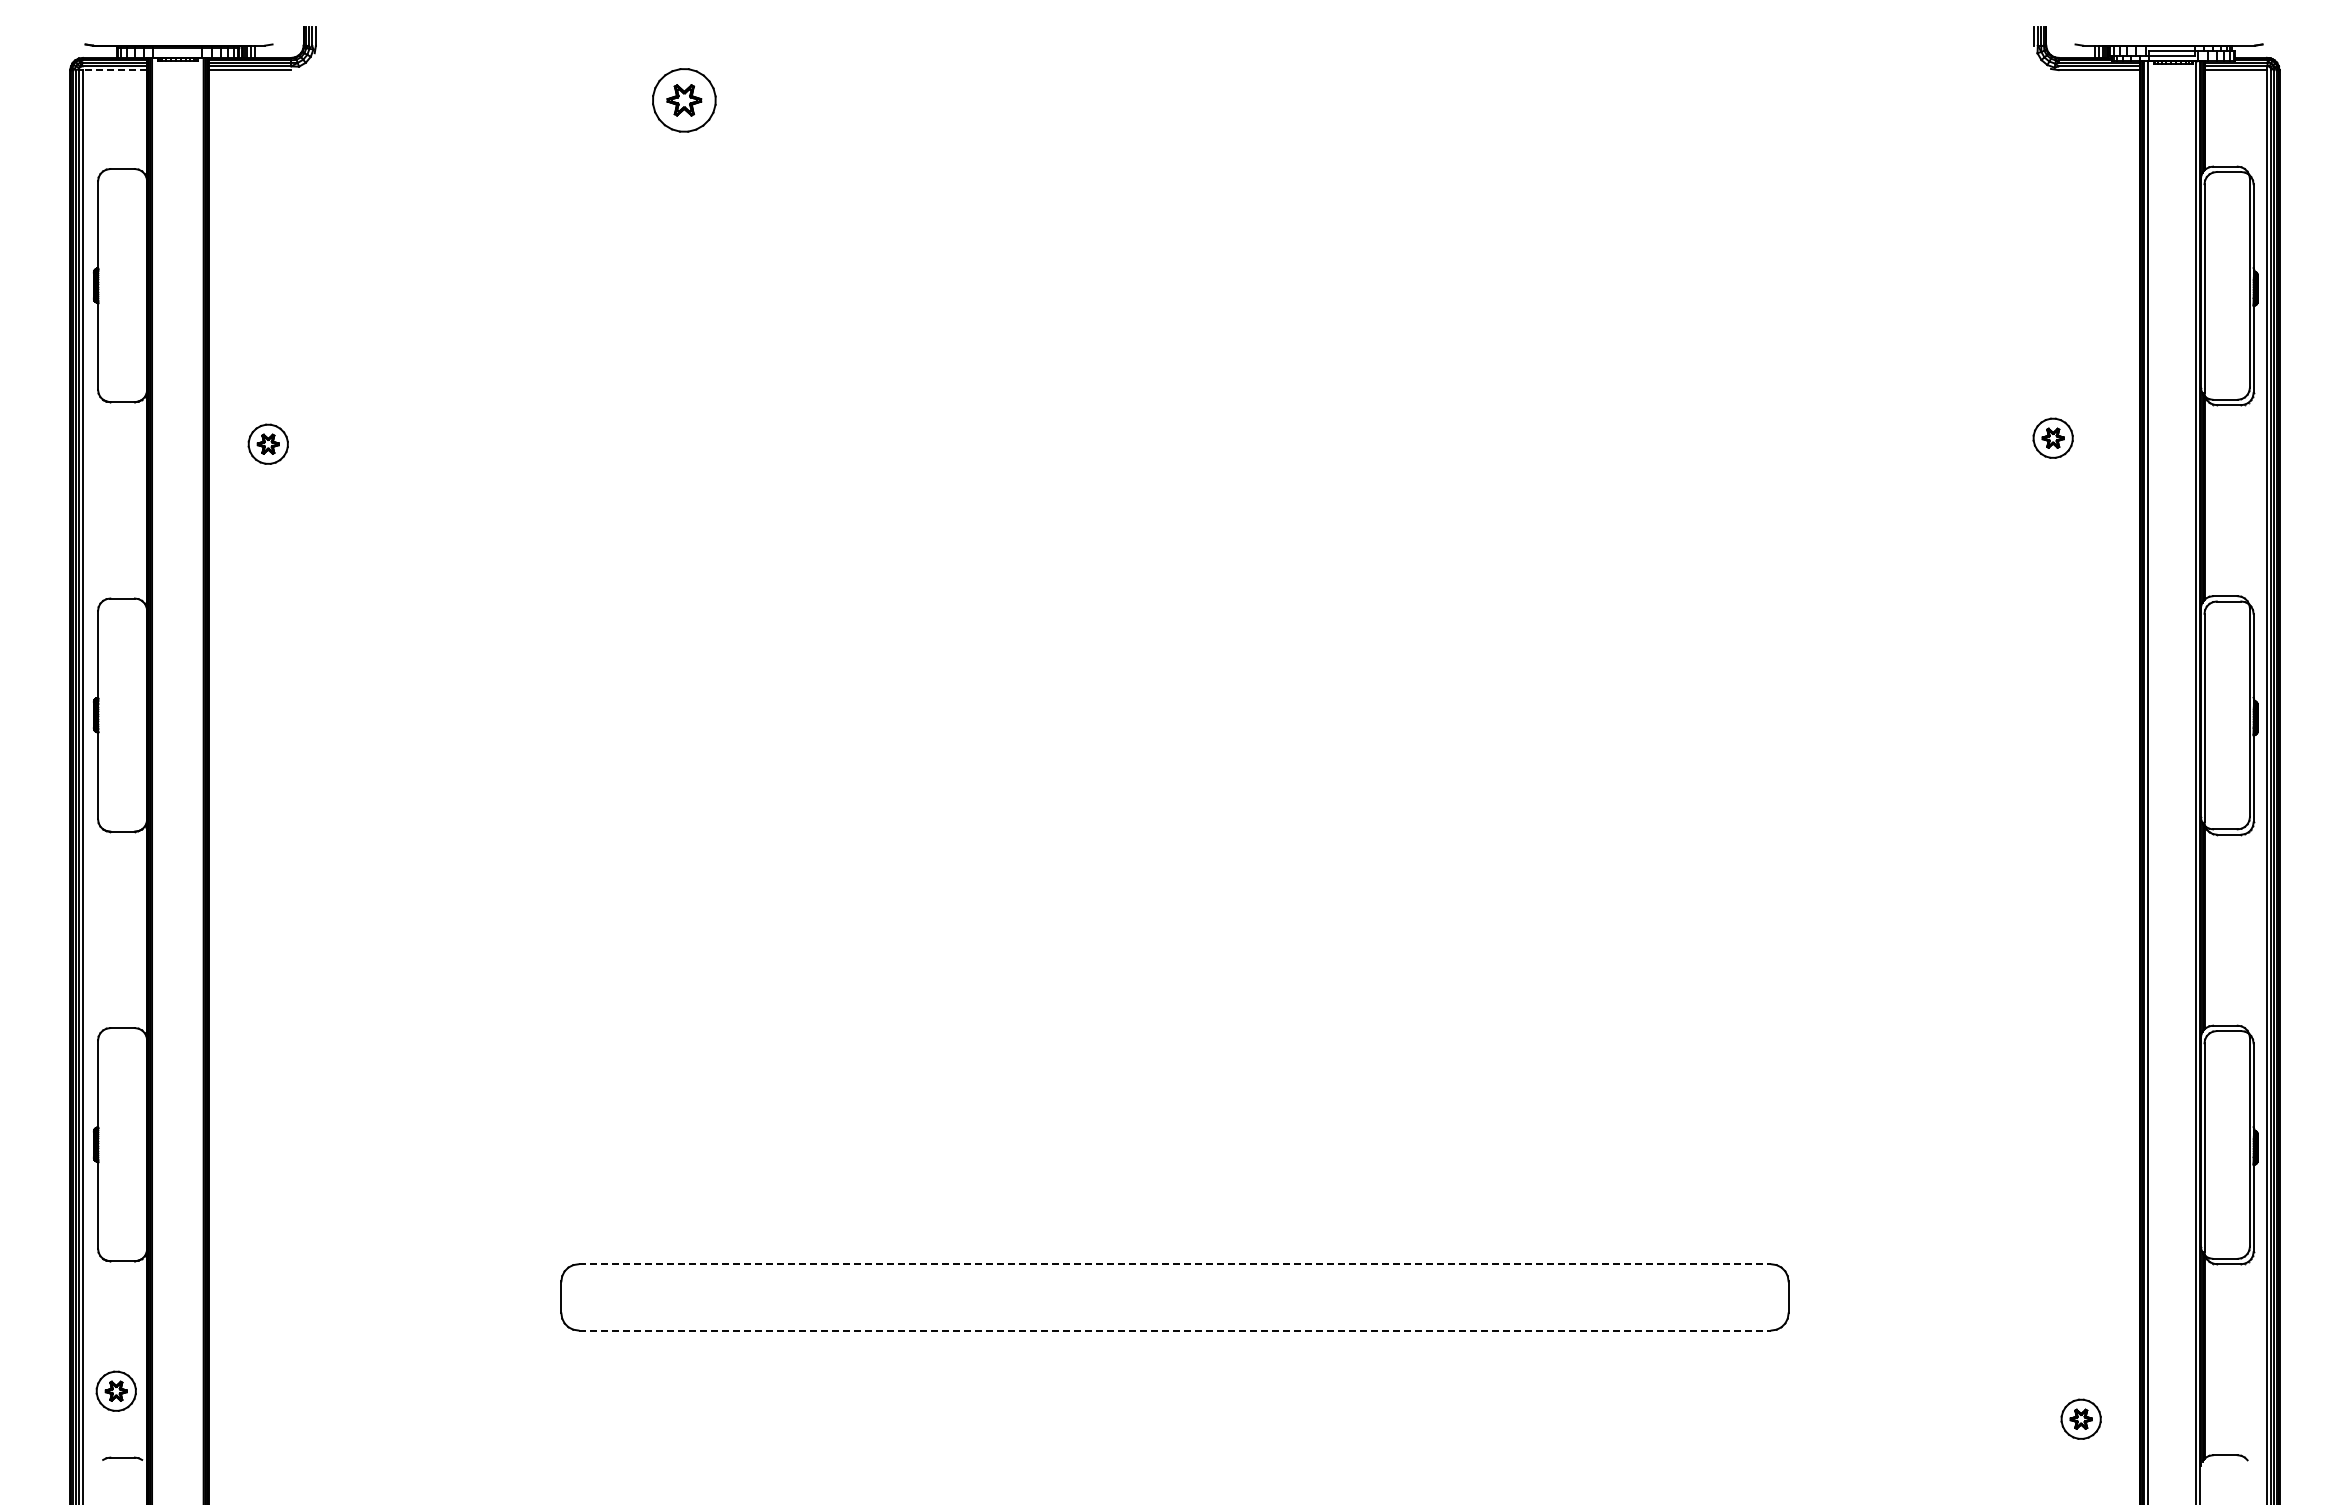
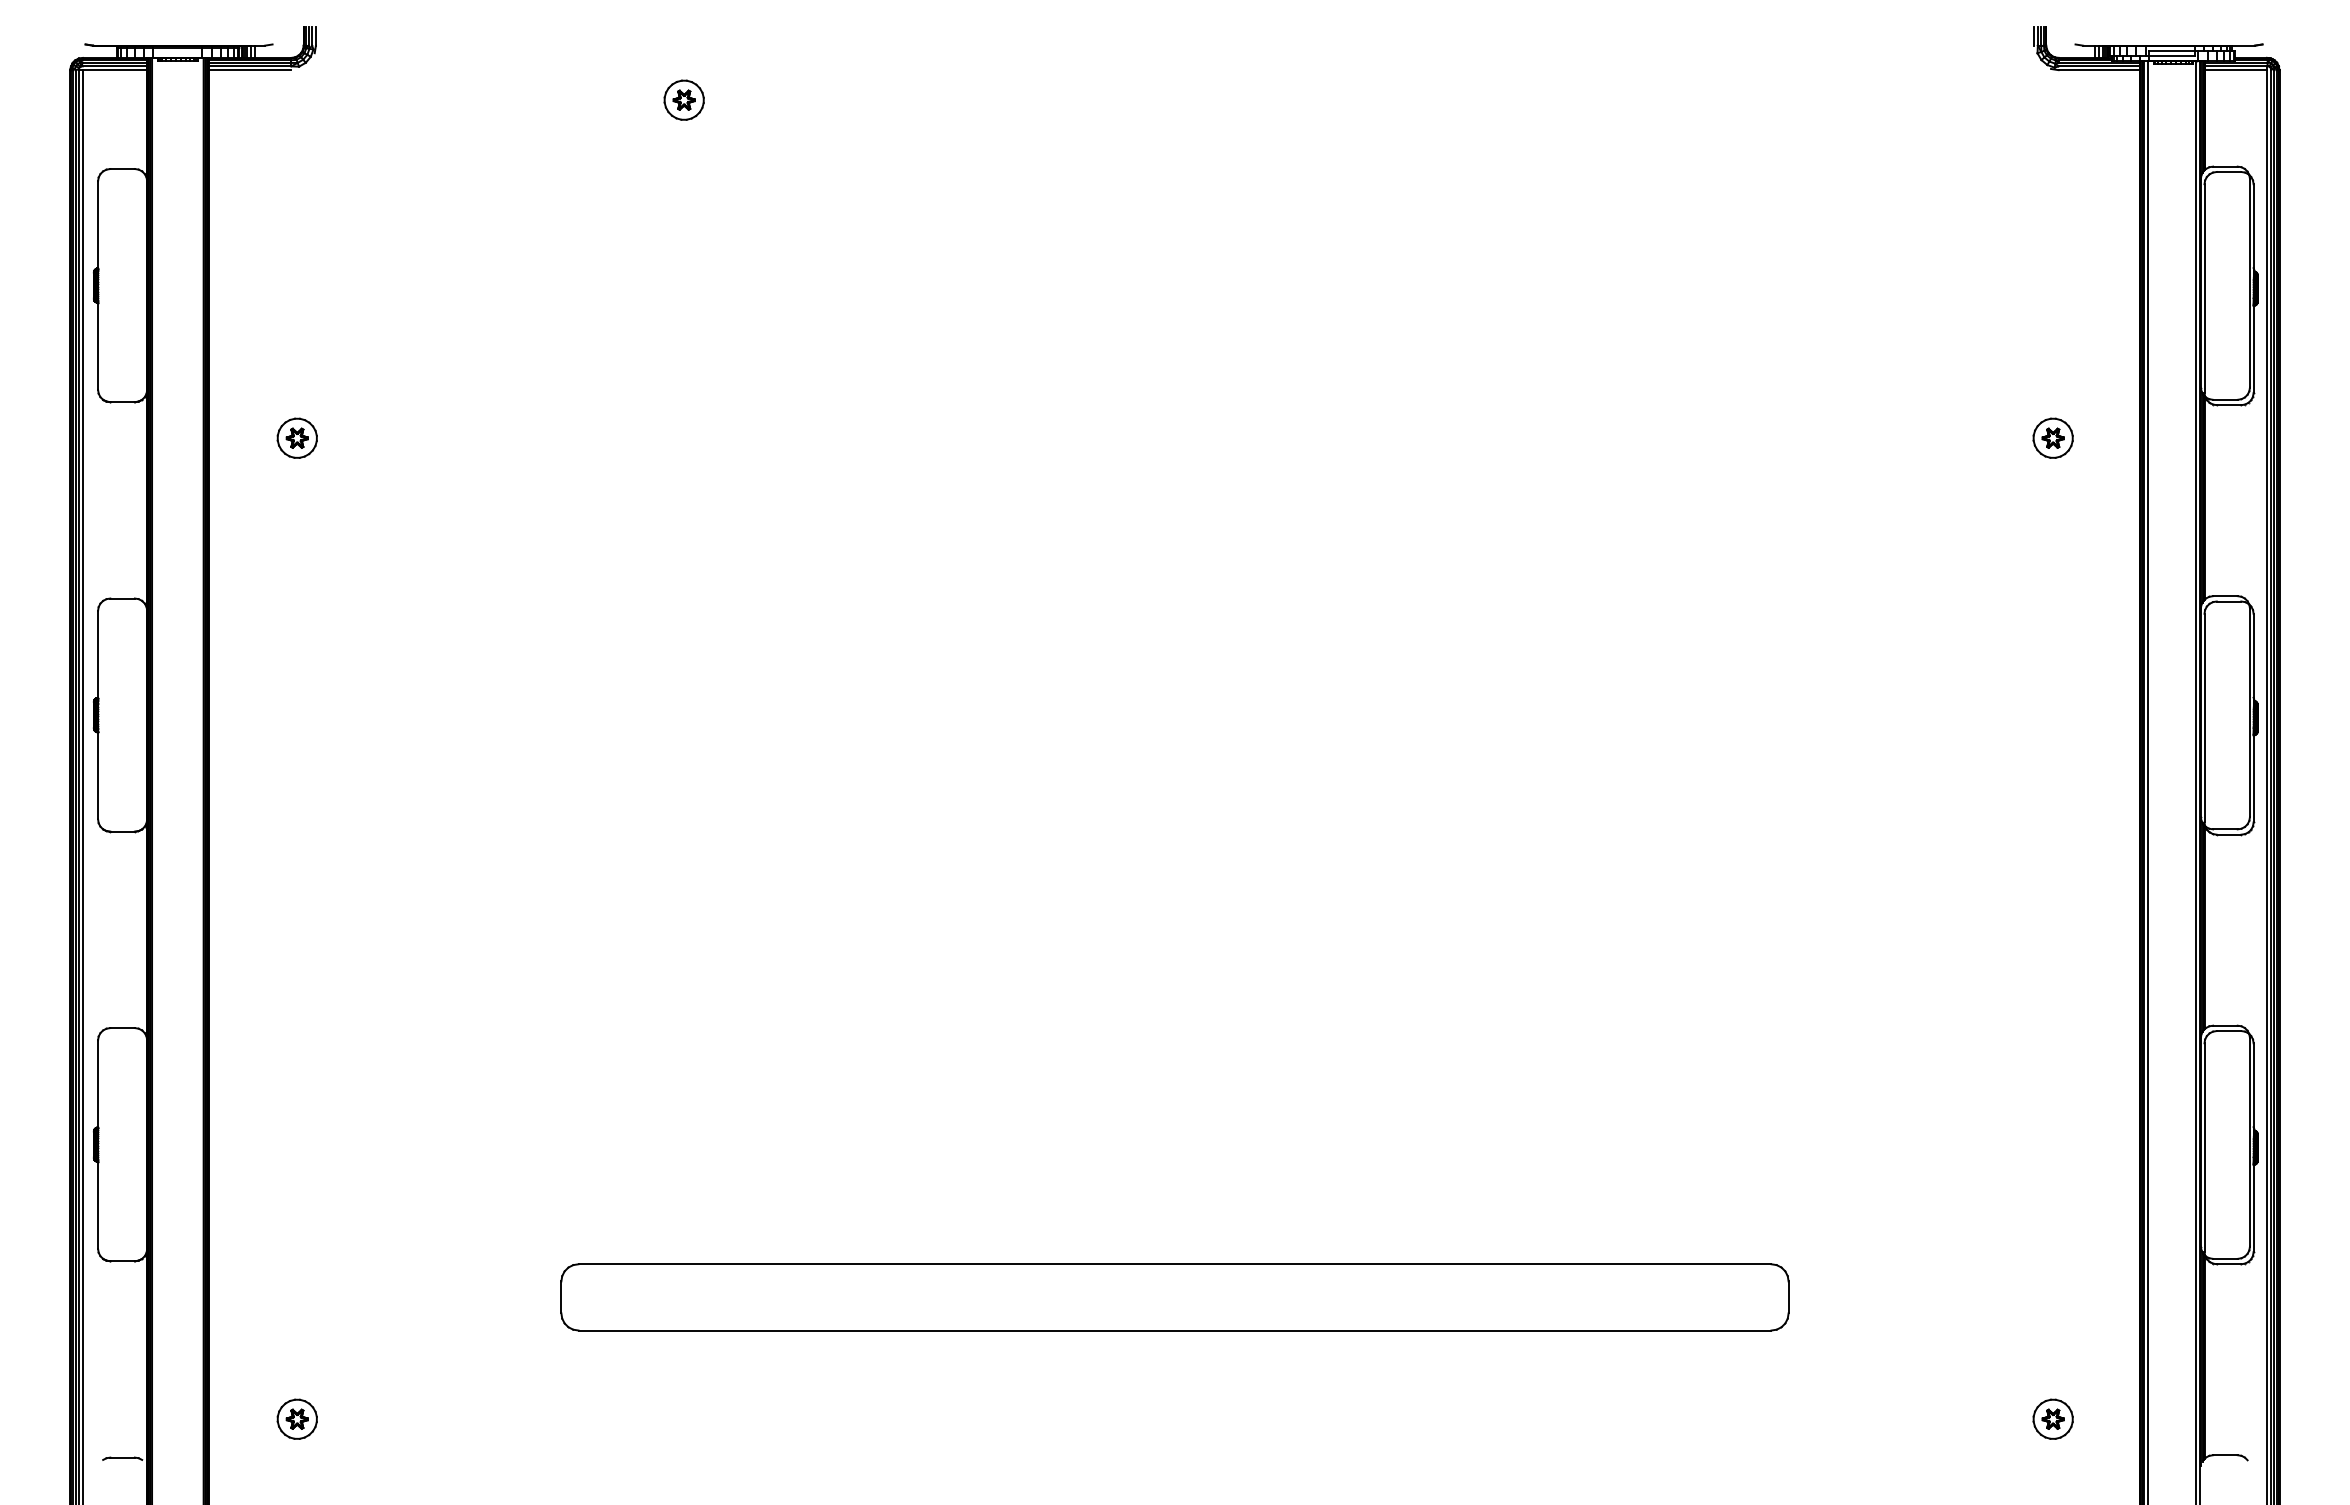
line at (114, 70): dashed -> solid
part at (684, 100) size: 65x65 px -> 42x42 px
part at (267, 443) position: (267, 443) -> (296, 437)
line at (1175, 1264): dashed -> solid
line at (1175, 1330): dashed -> solid
part at (115, 1390) position: (115, 1390) -> (296, 1418)
part at (2080, 1418) position: (2080, 1418) -> (2052, 1418)
